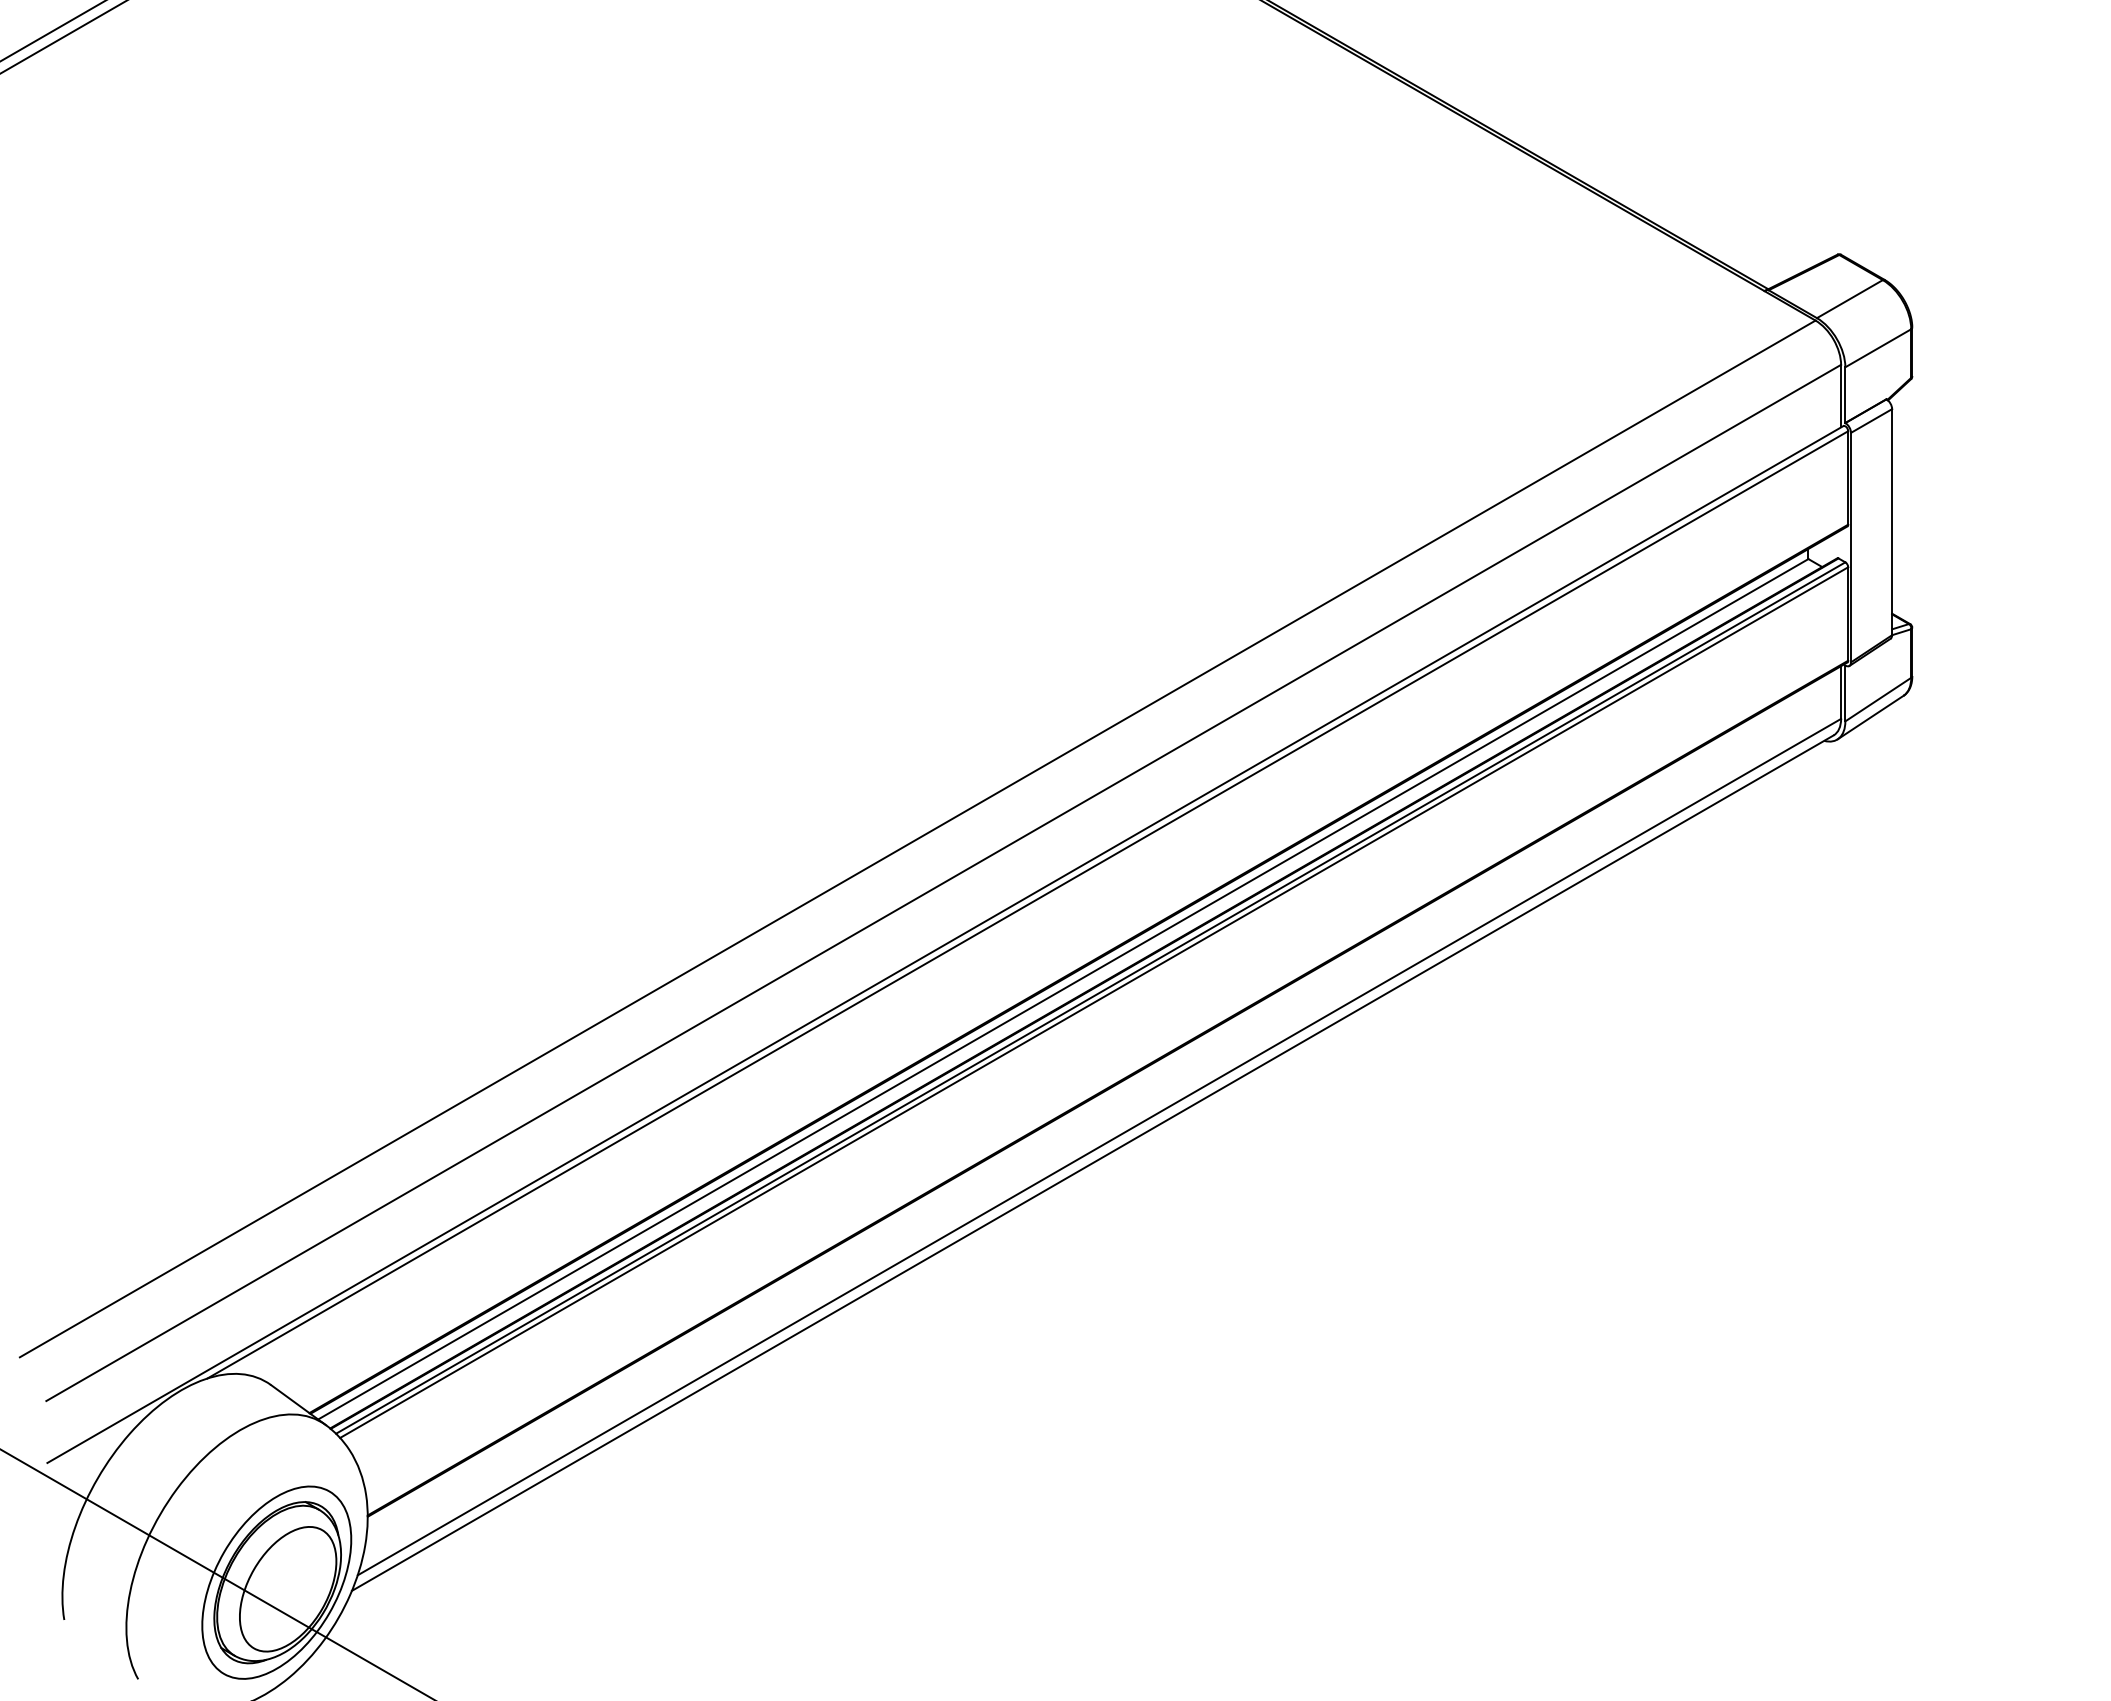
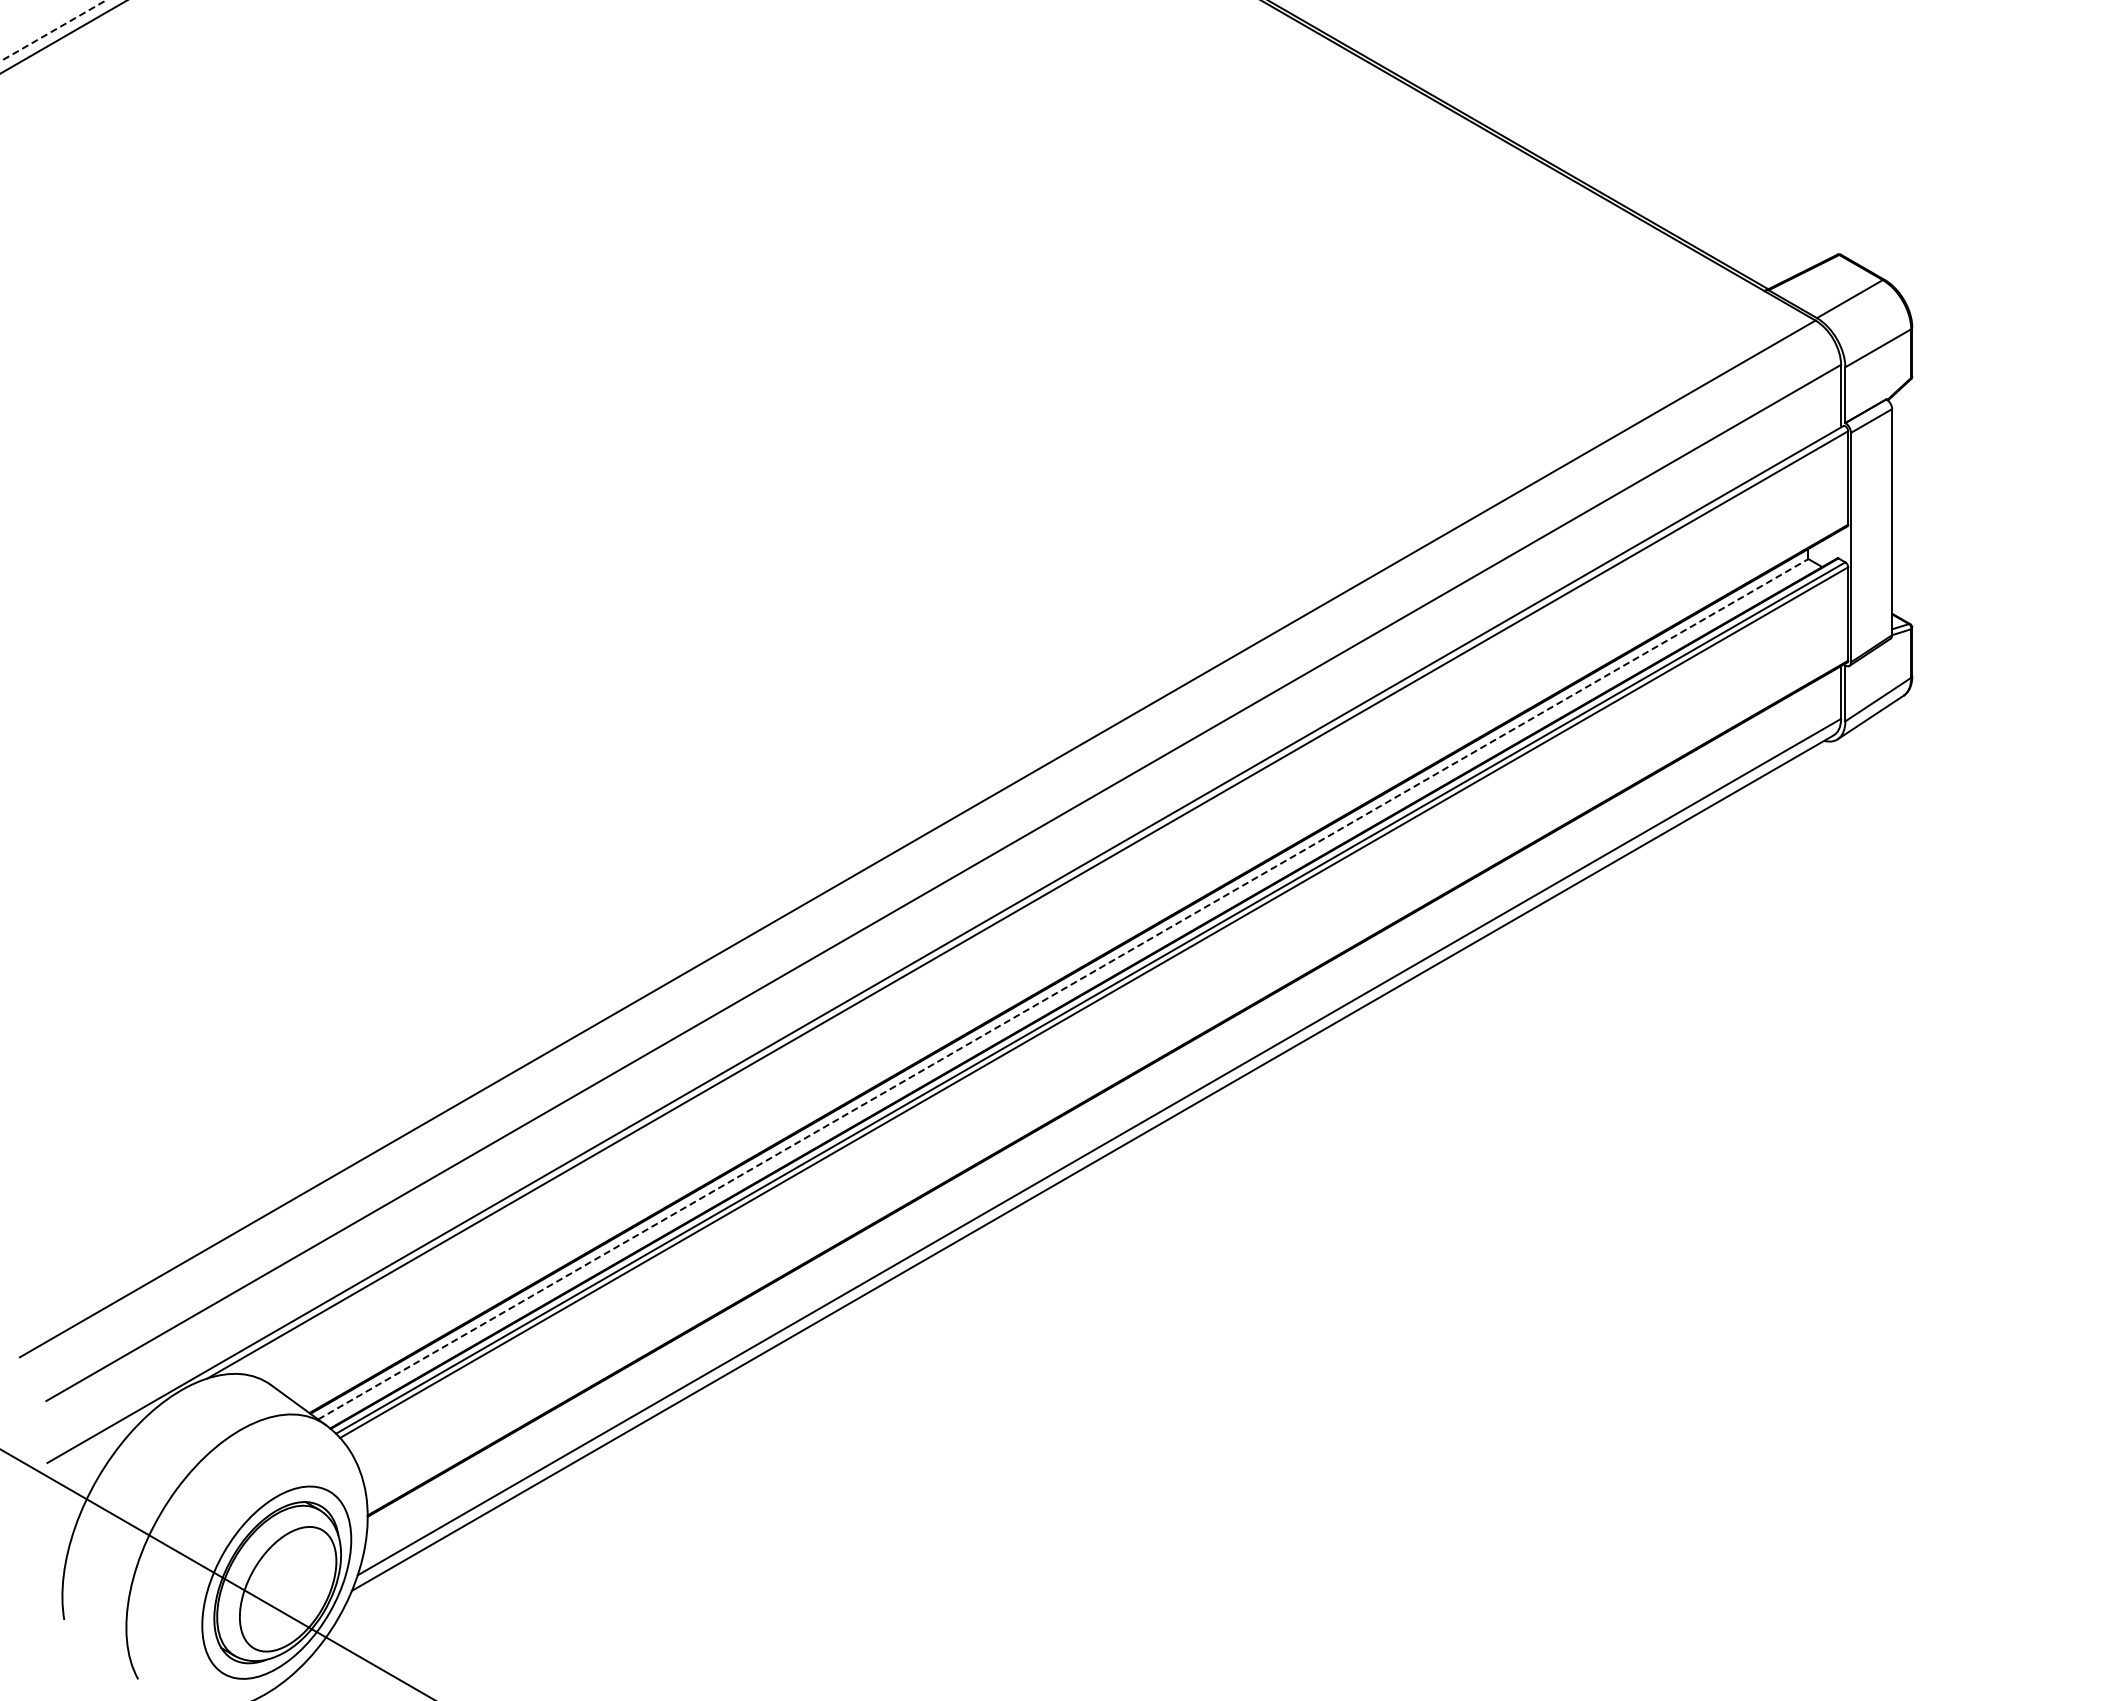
line at (53, 30): solid -> dashed
line at (1063, 989): solid -> dashed
